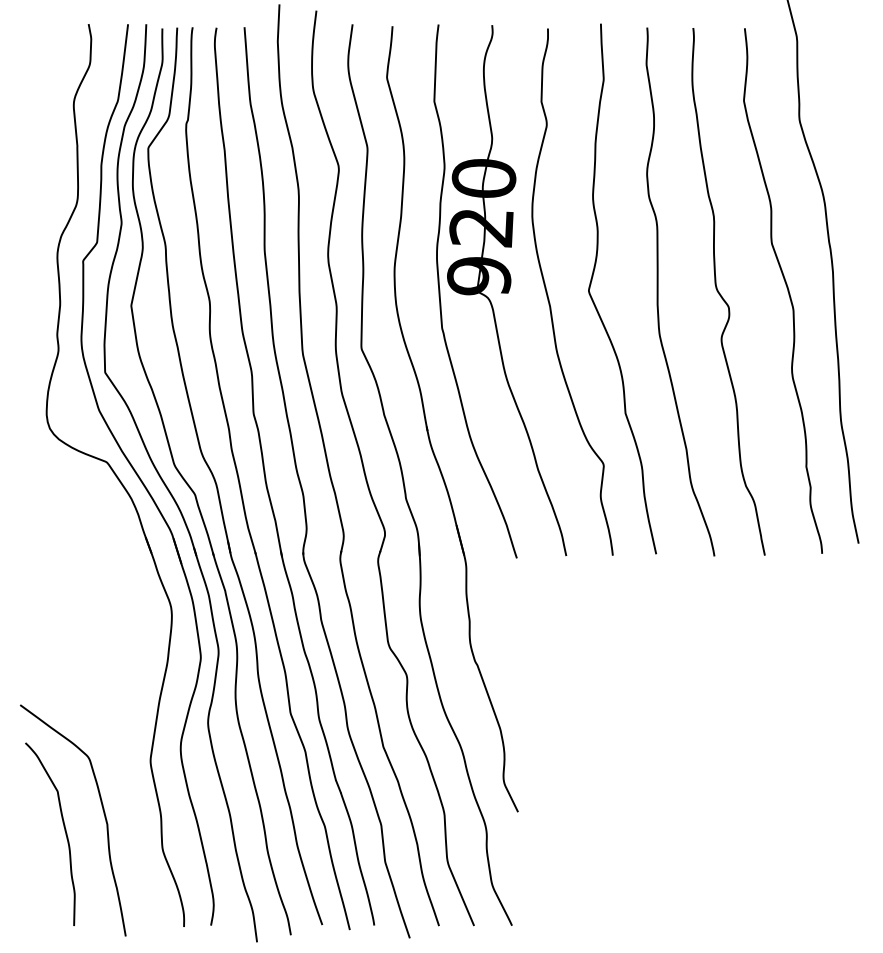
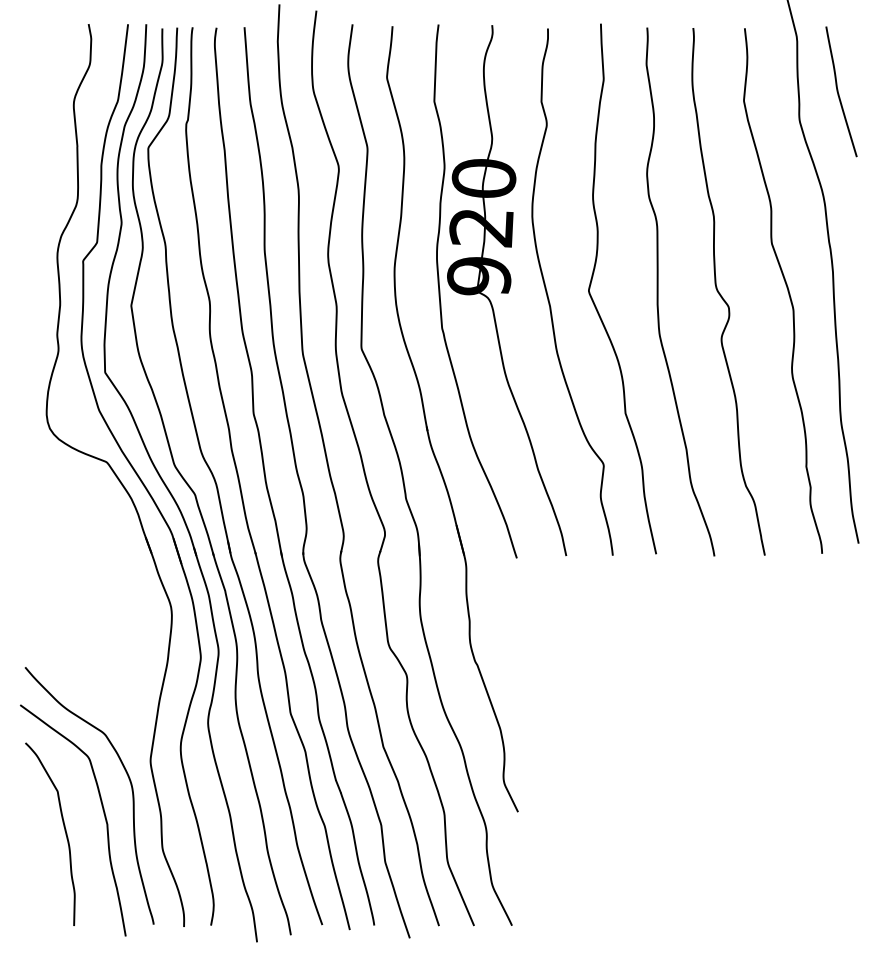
curve at (839, 93): none -> present
curve at (129, 782): none -> present
